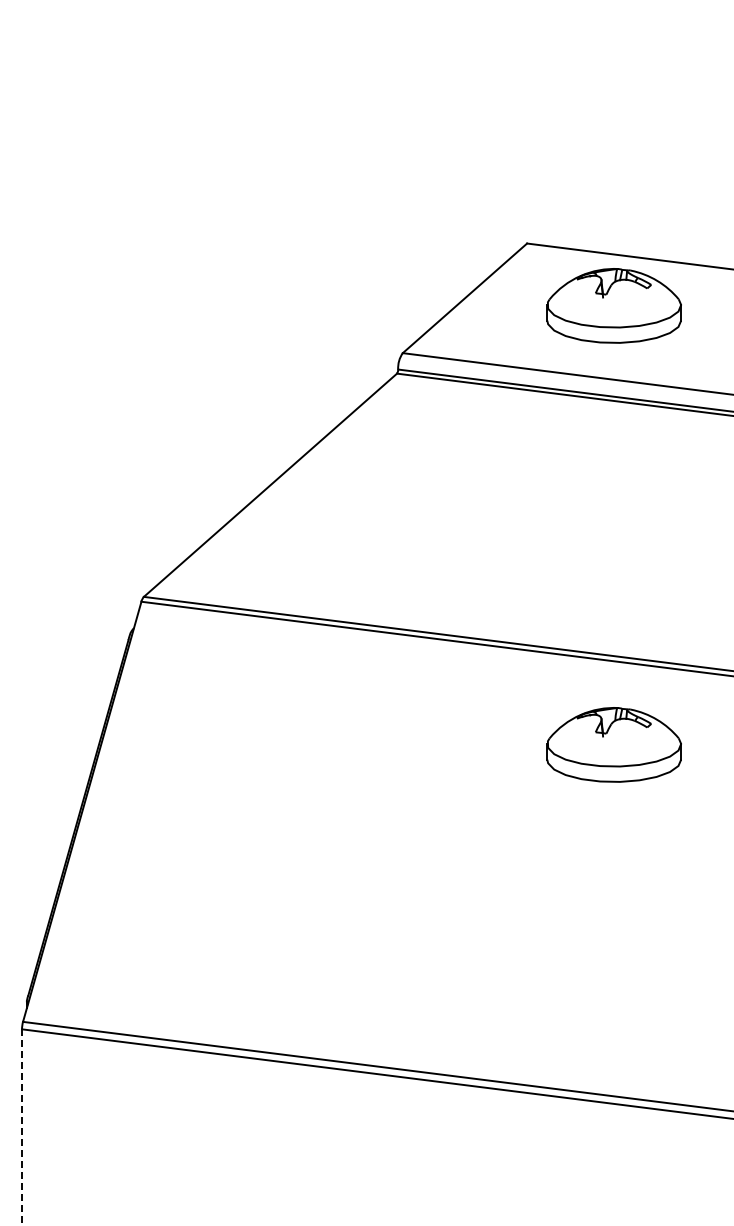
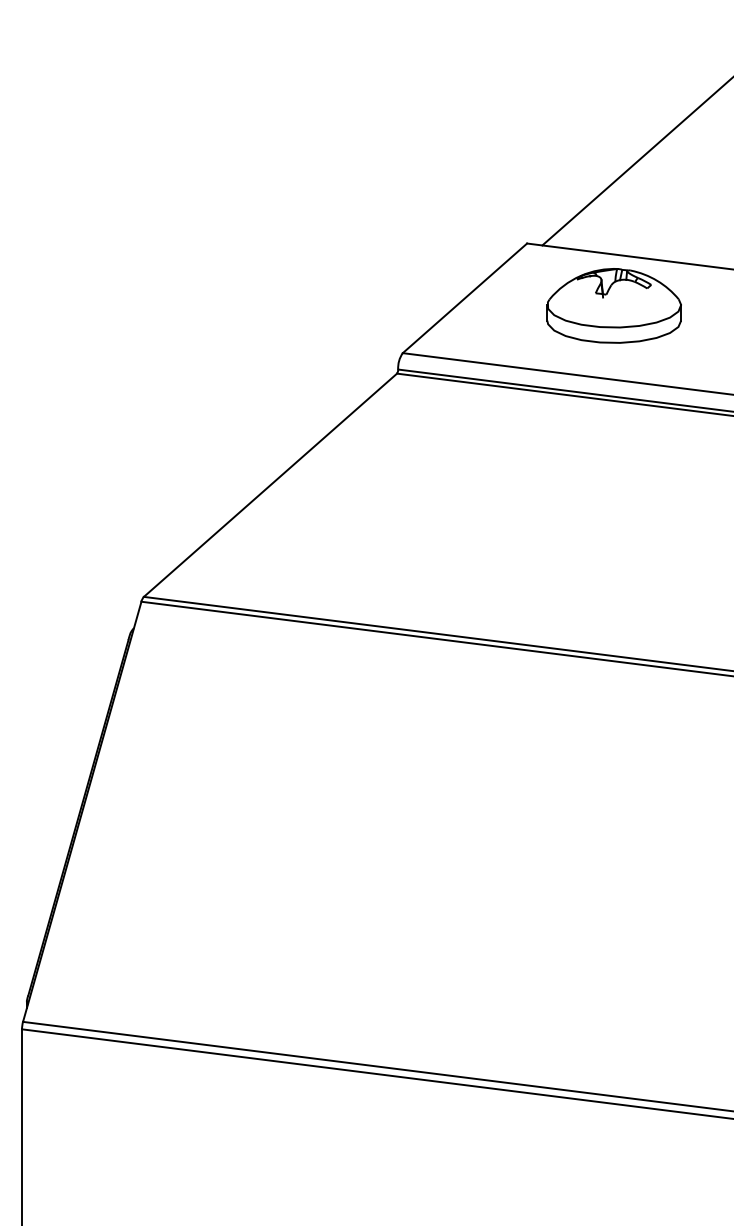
line at (636, 162): none -> present
part at (613, 744): present -> none
line at (22, 1127): dashed -> solid
